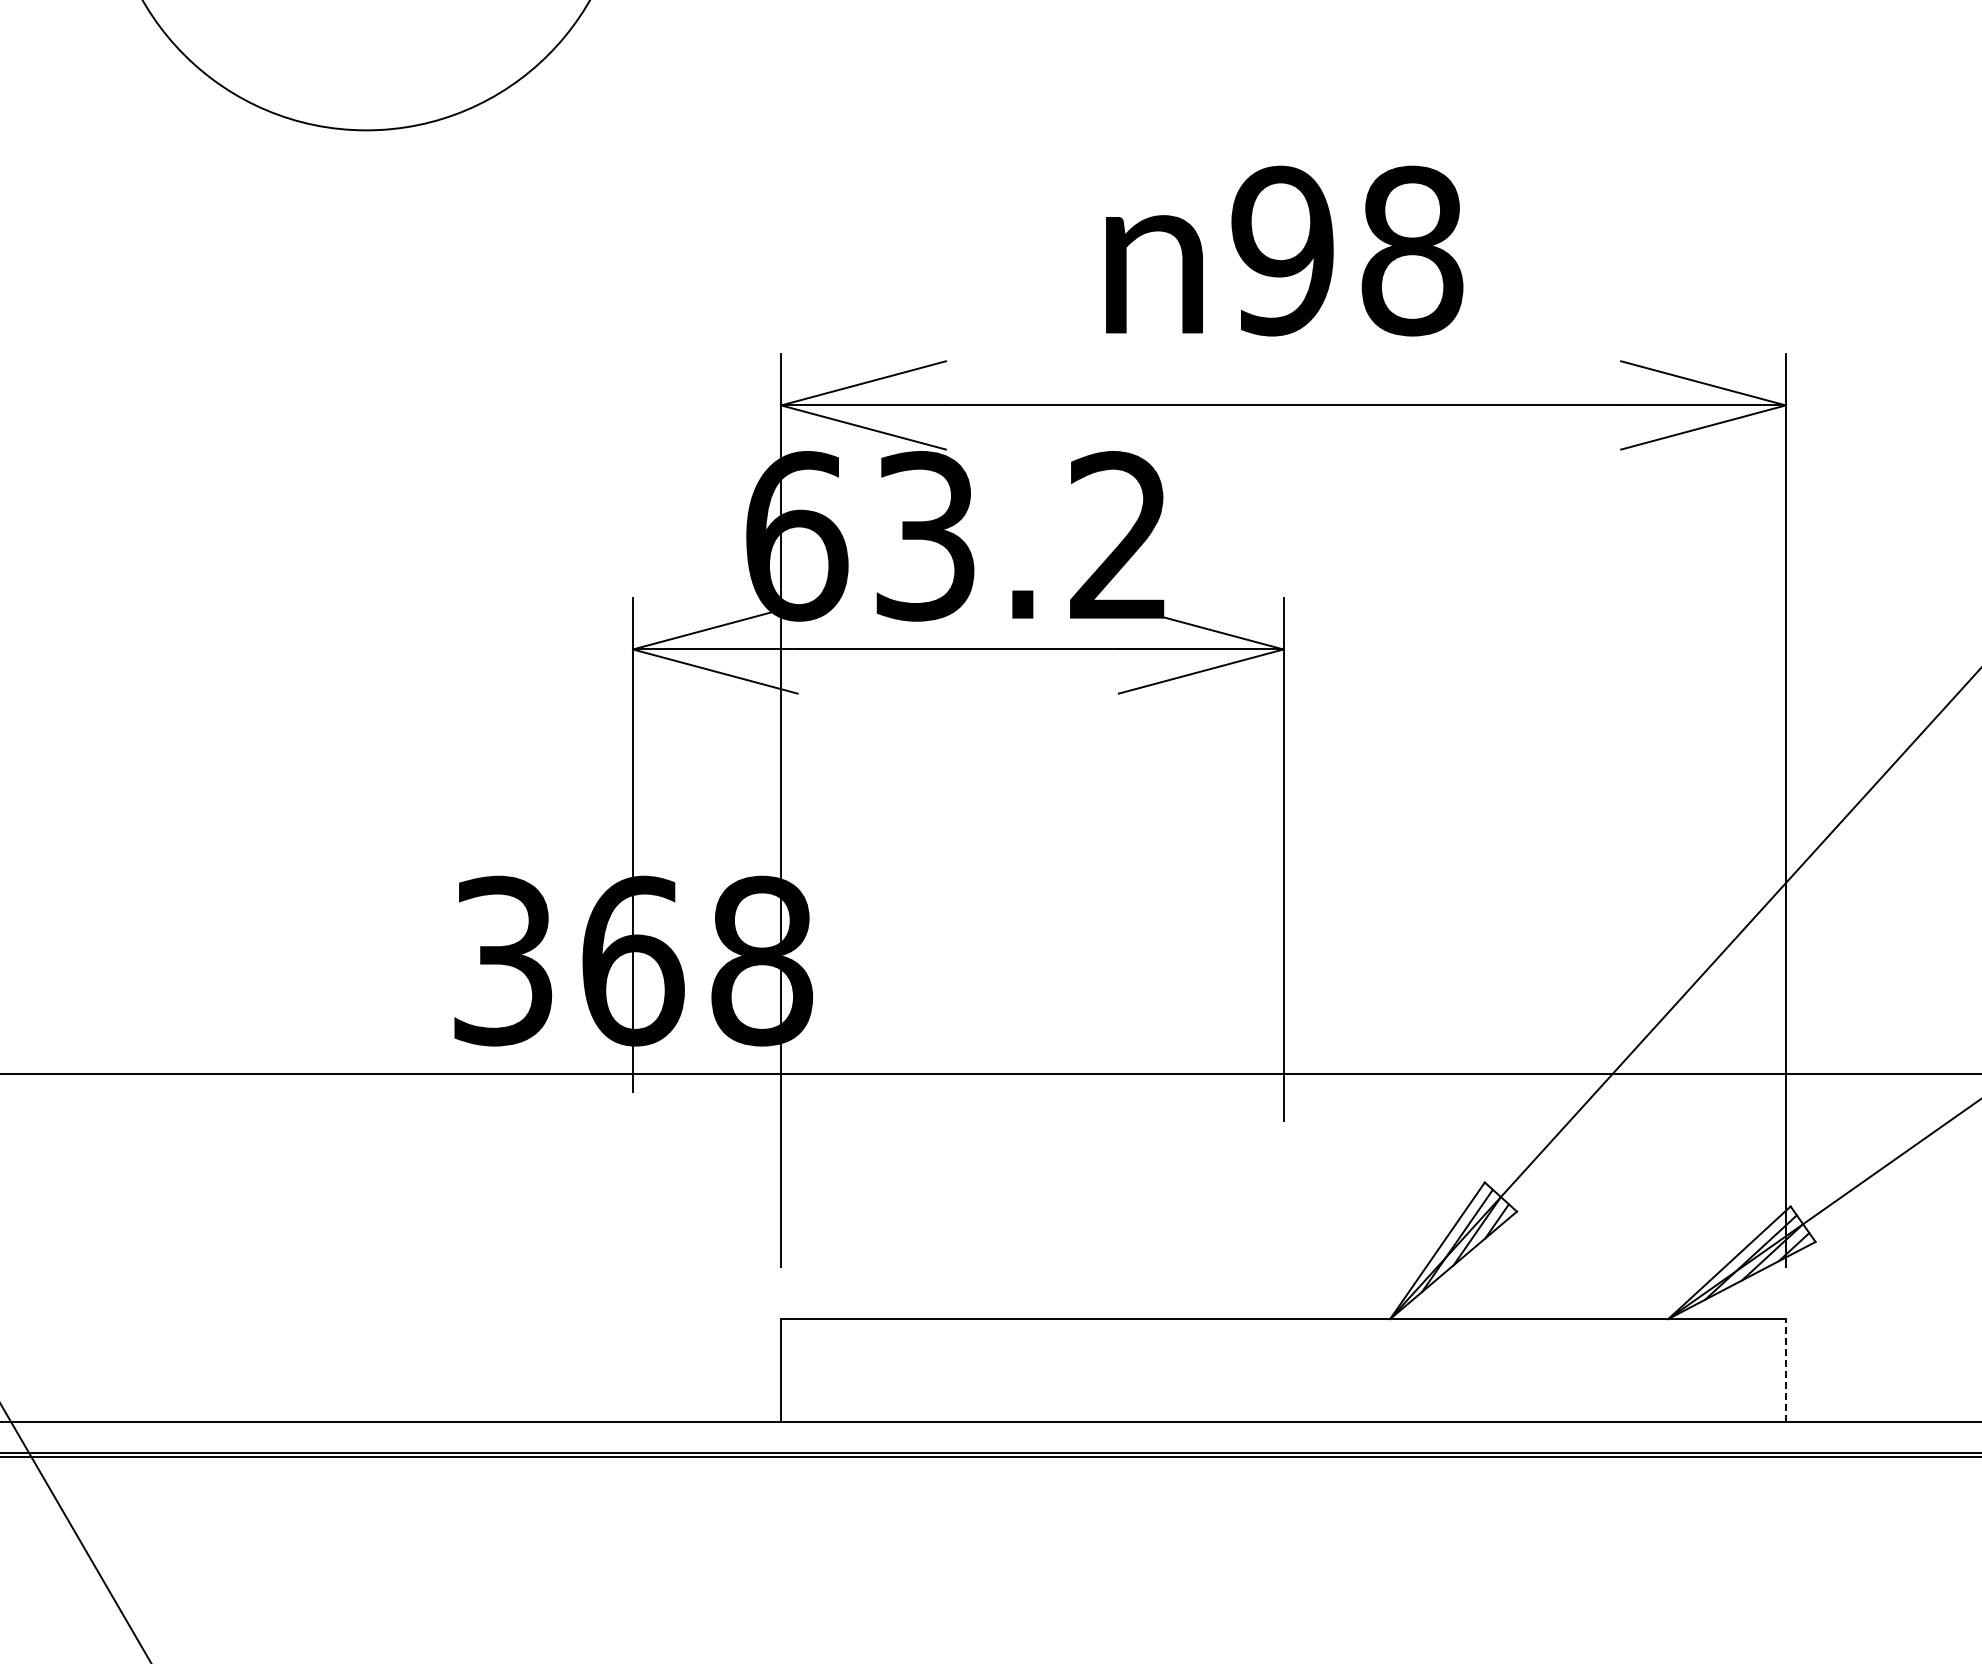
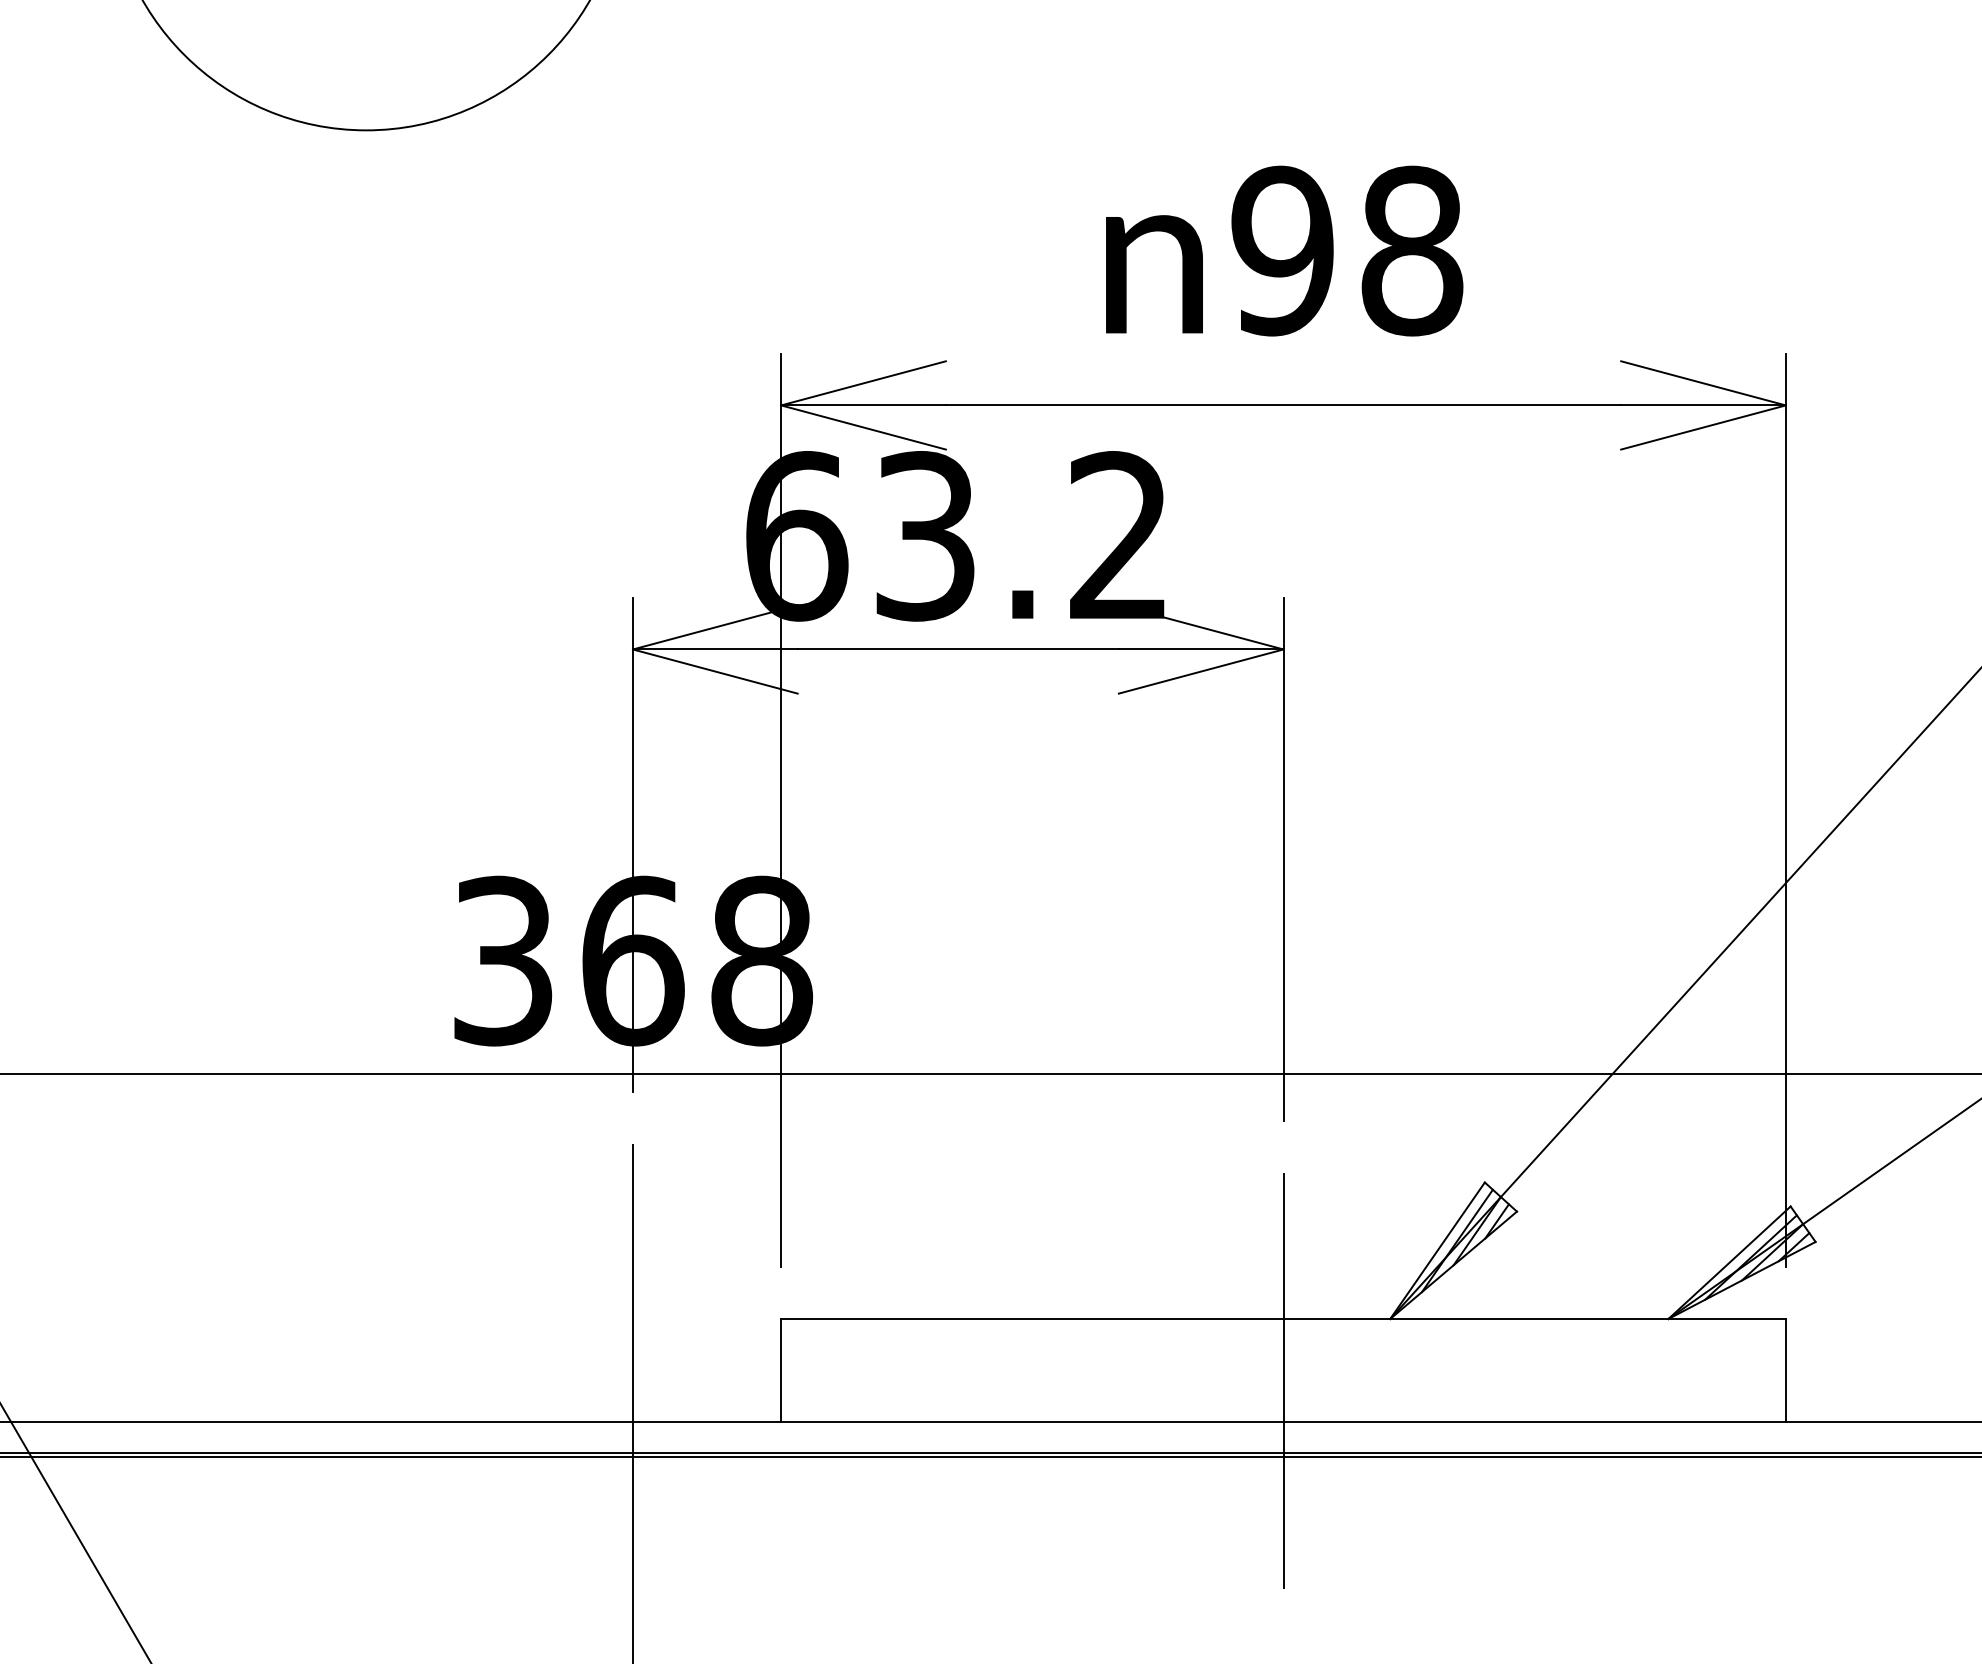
line at (1785, 1369): dashed -> solid
line at (1283, 1380): none -> present
line at (633, 1401): none -> present
